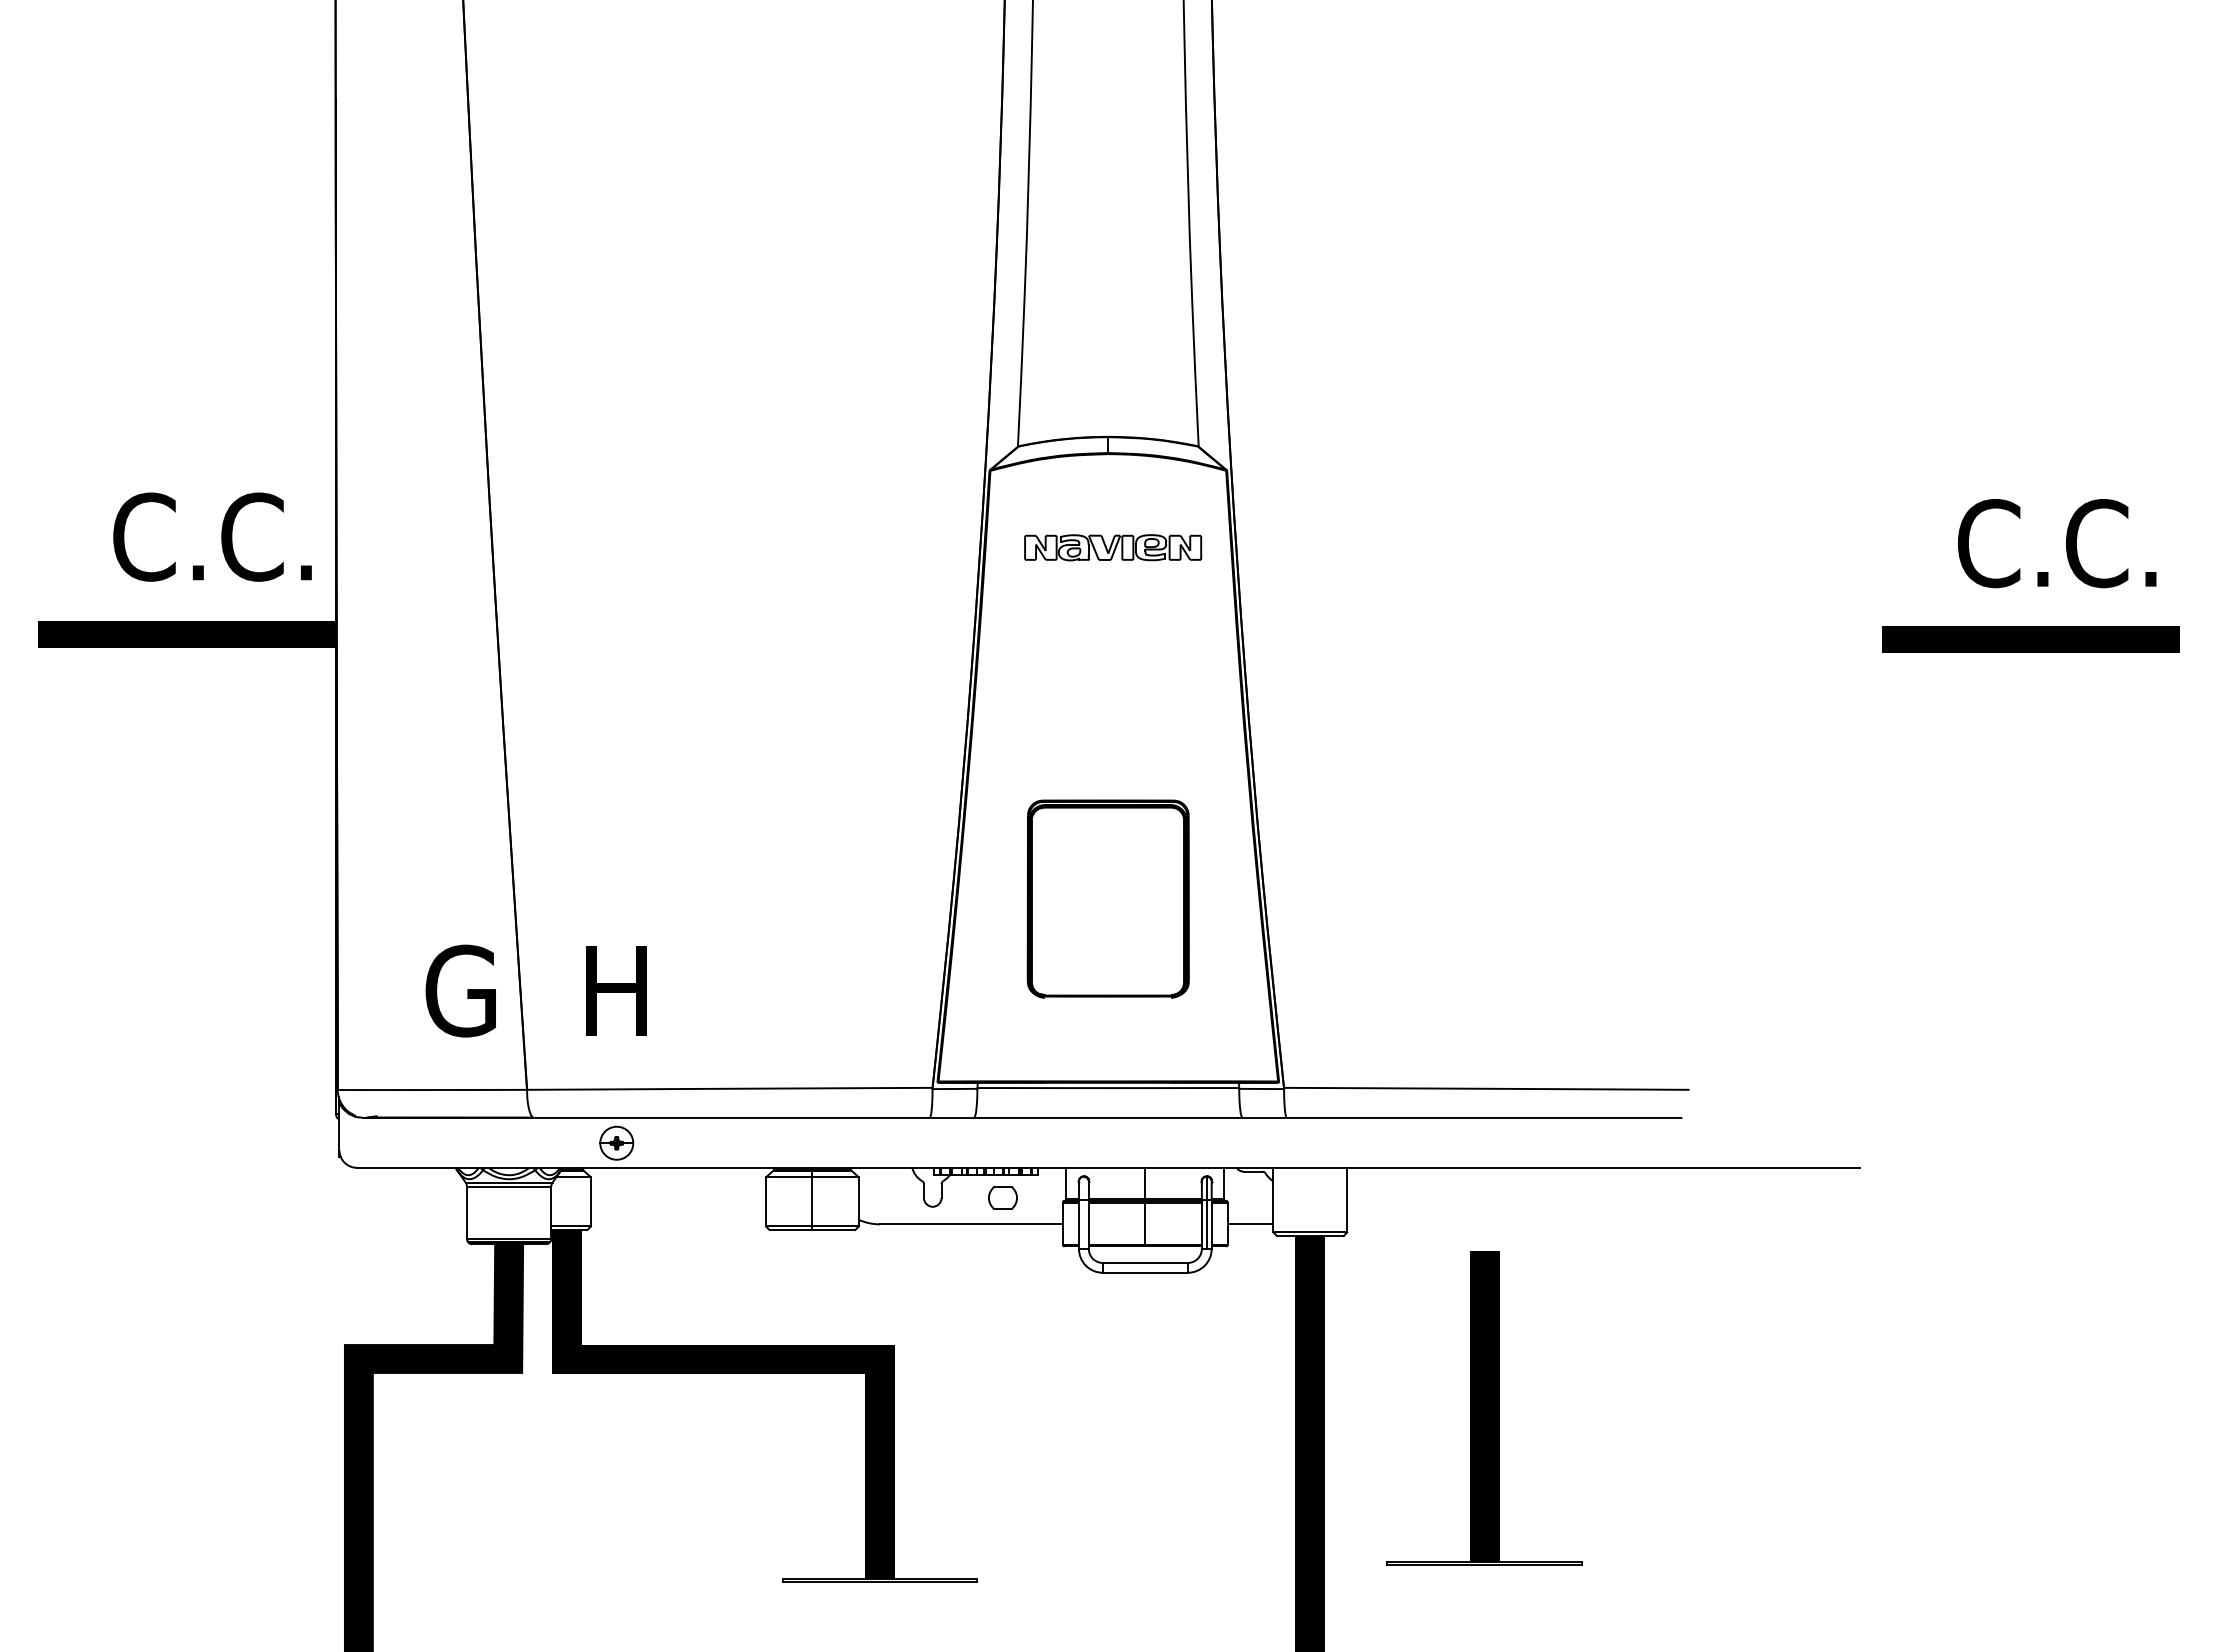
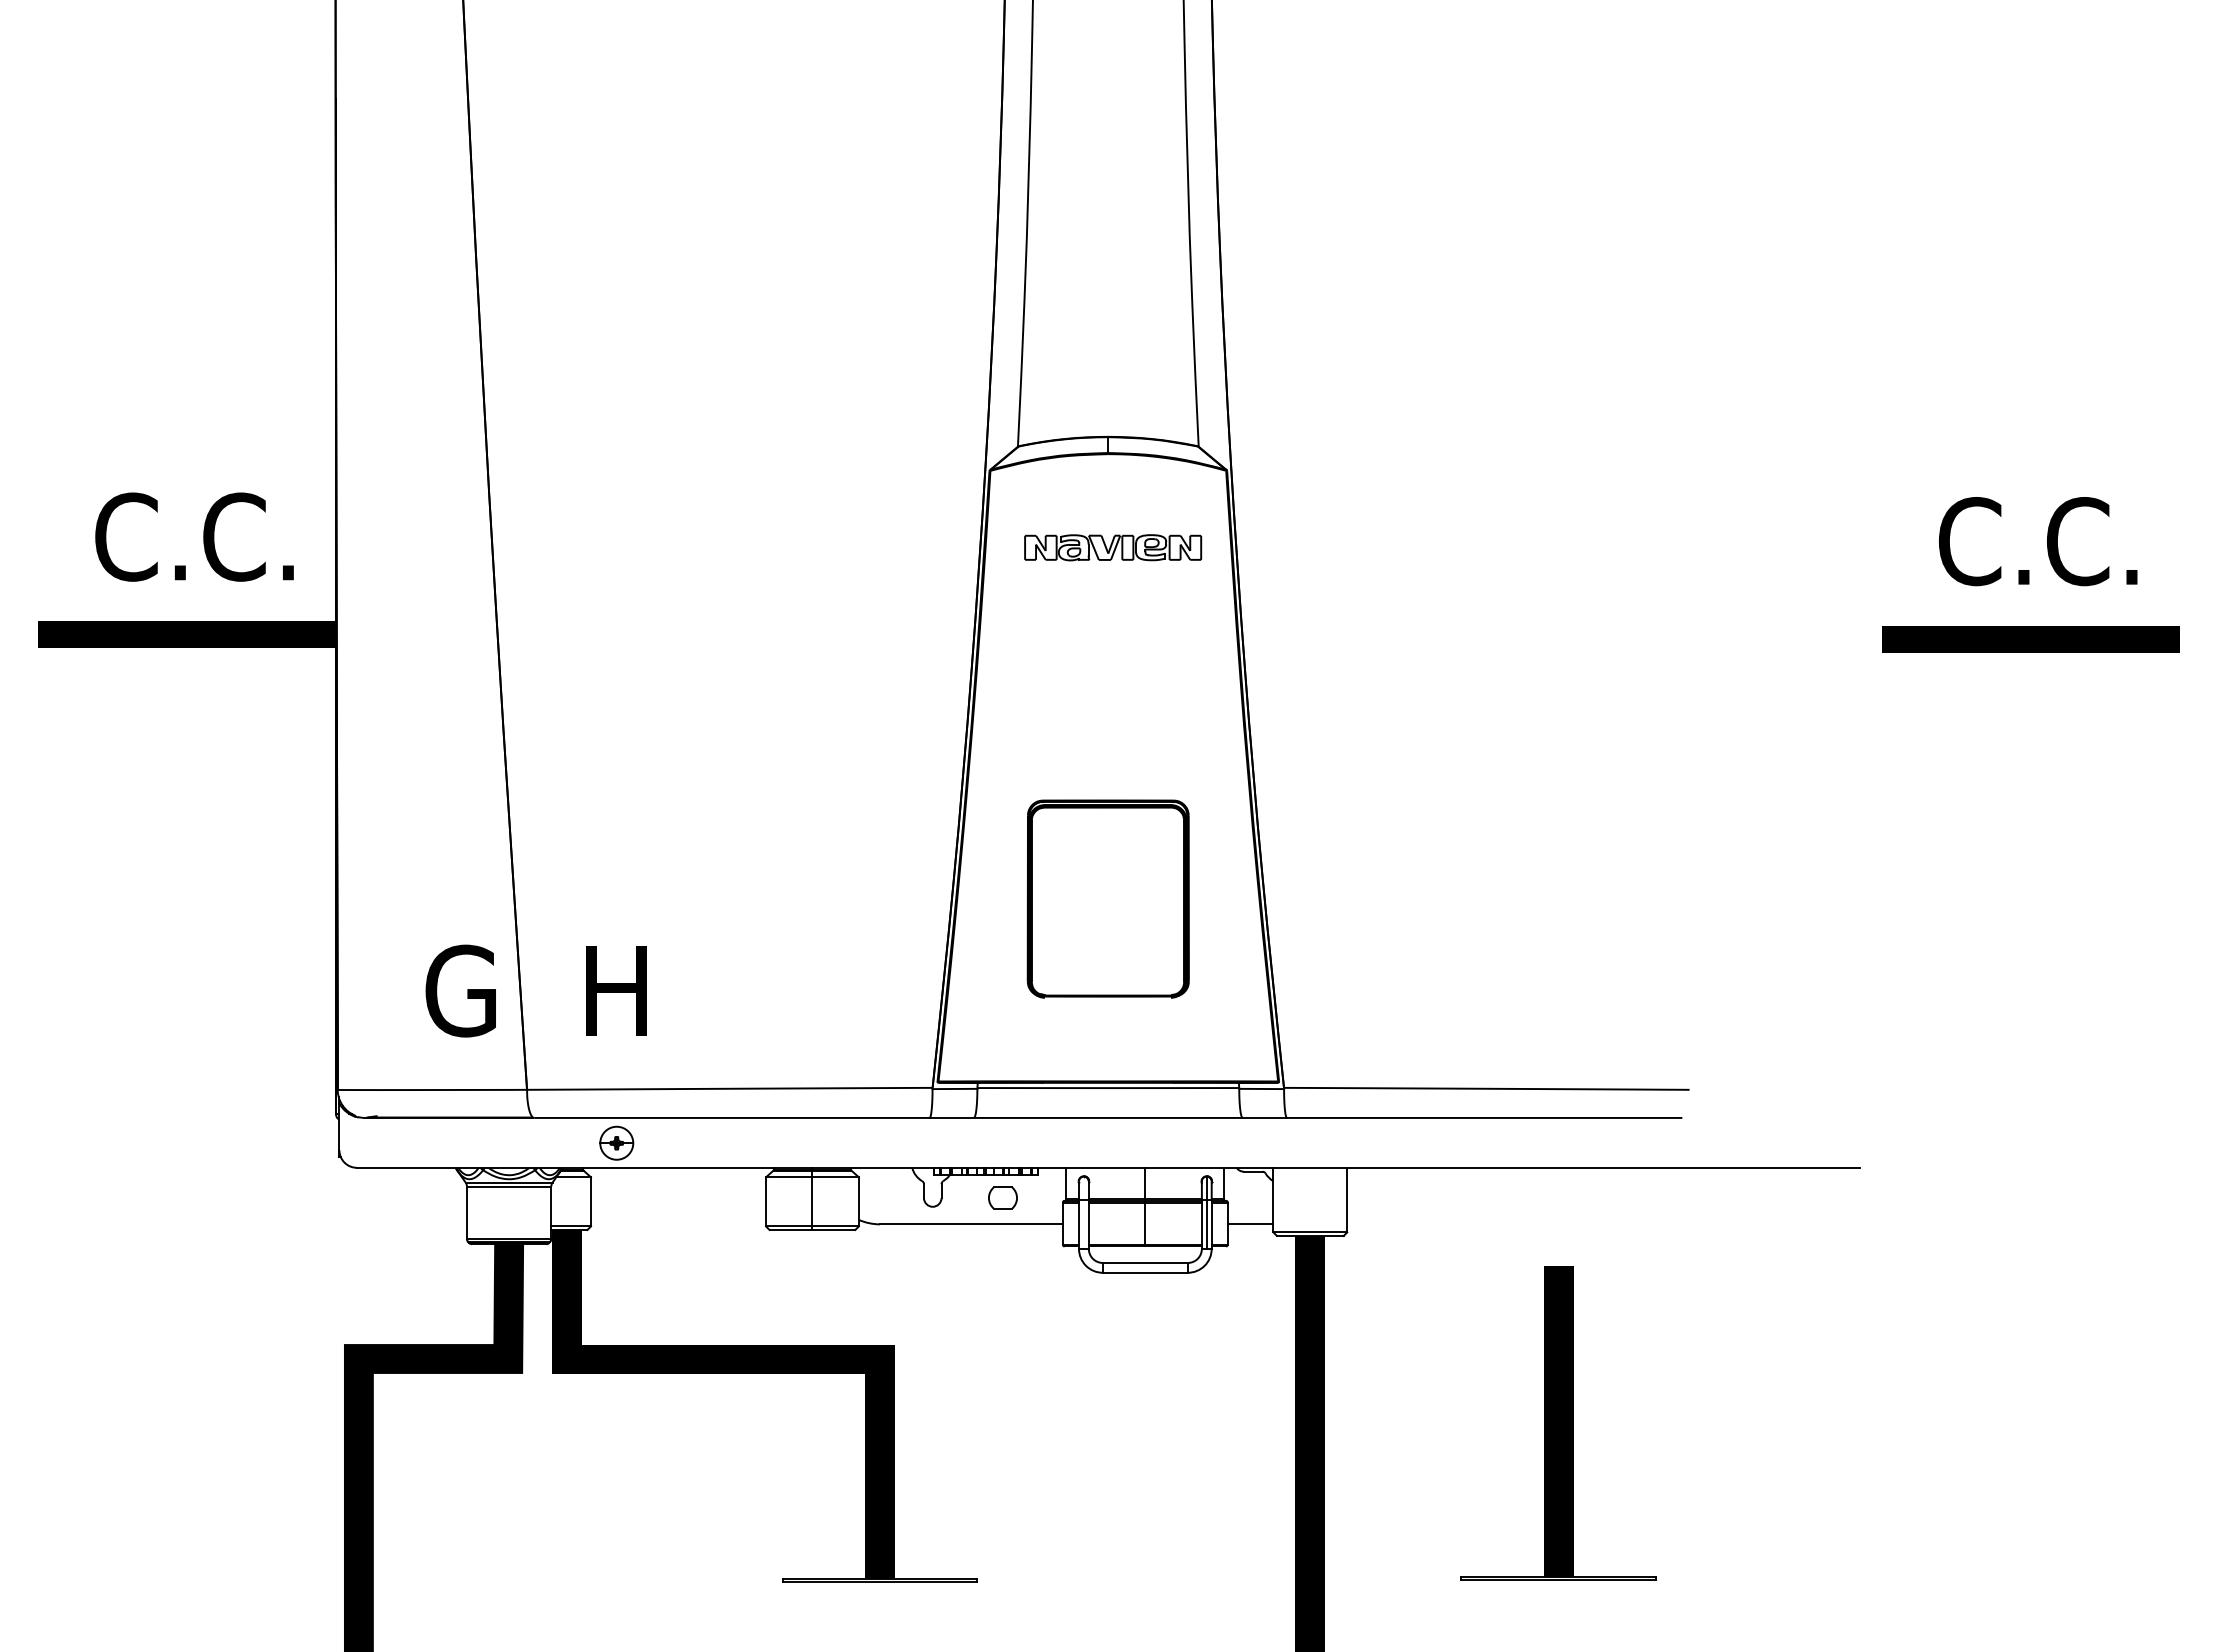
text at (212, 536) position: (212, 536) -> (194, 536)
text at (2057, 543) position: (2057, 543) -> (2038, 541)
part at (1484, 1408) position: (1484, 1408) -> (1558, 1423)
